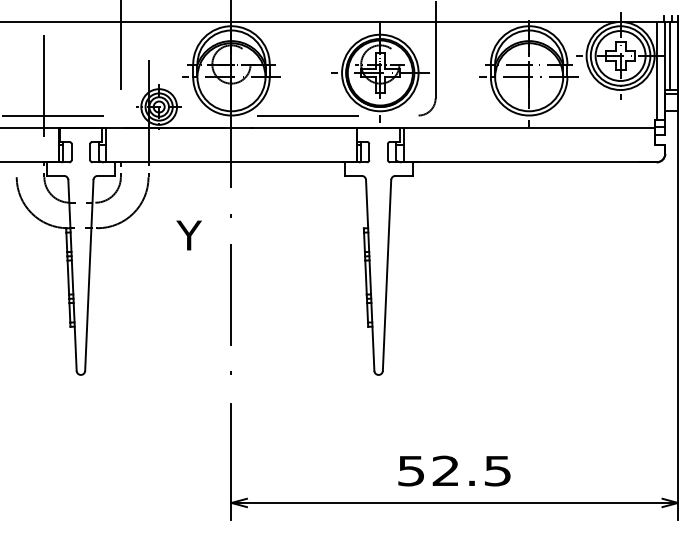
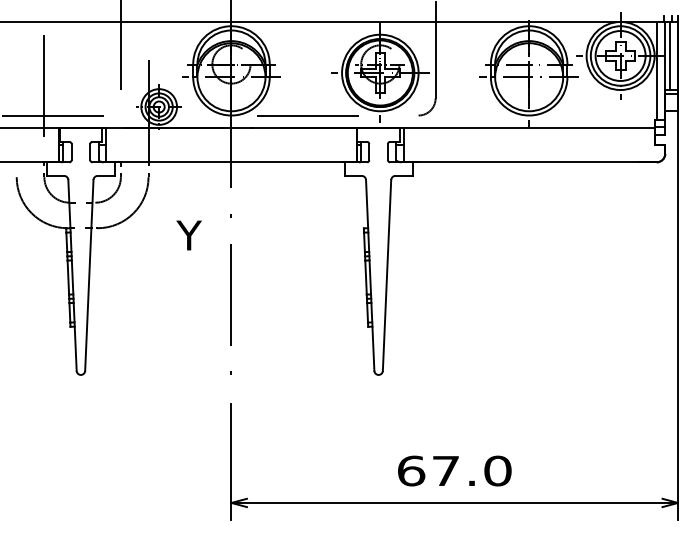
text at (454, 470): 52.5 -> 67.0
